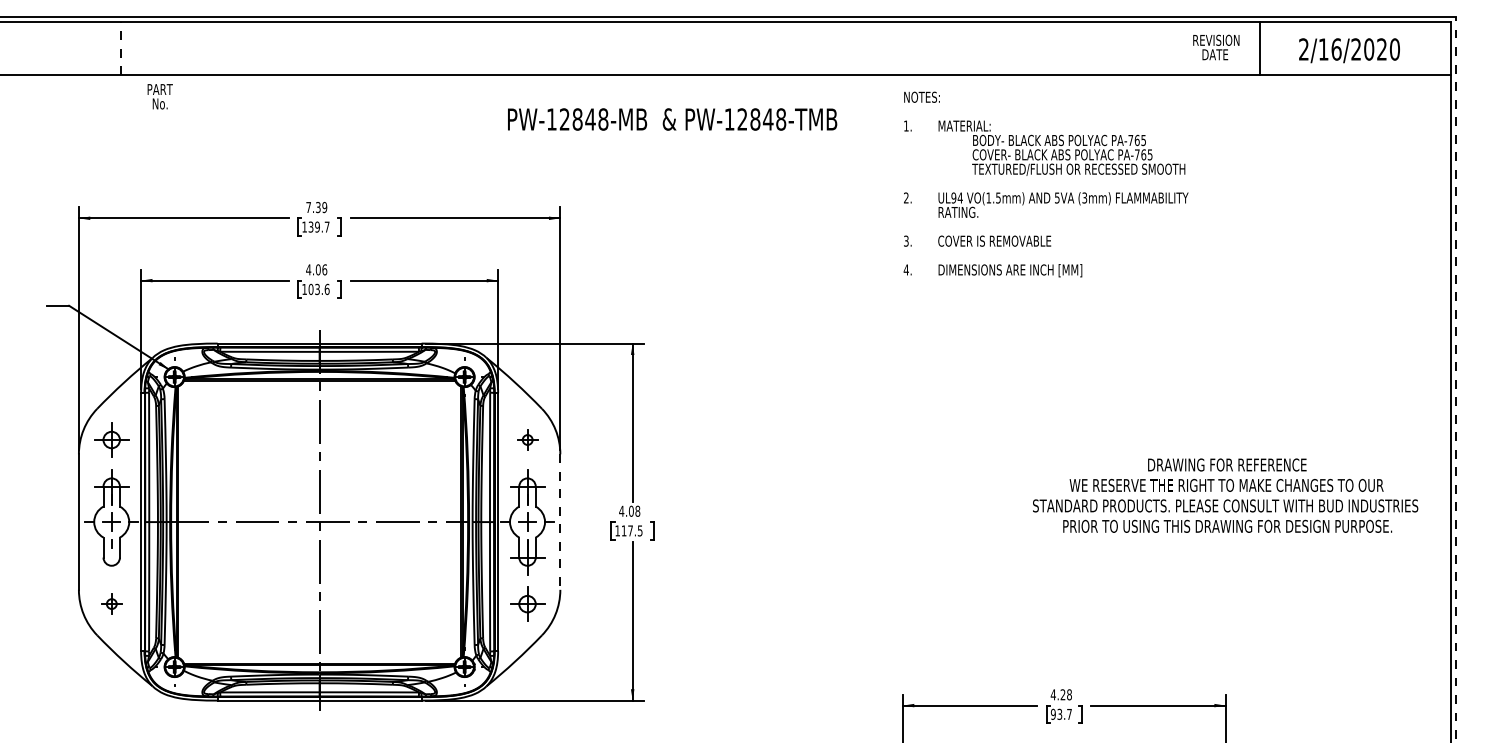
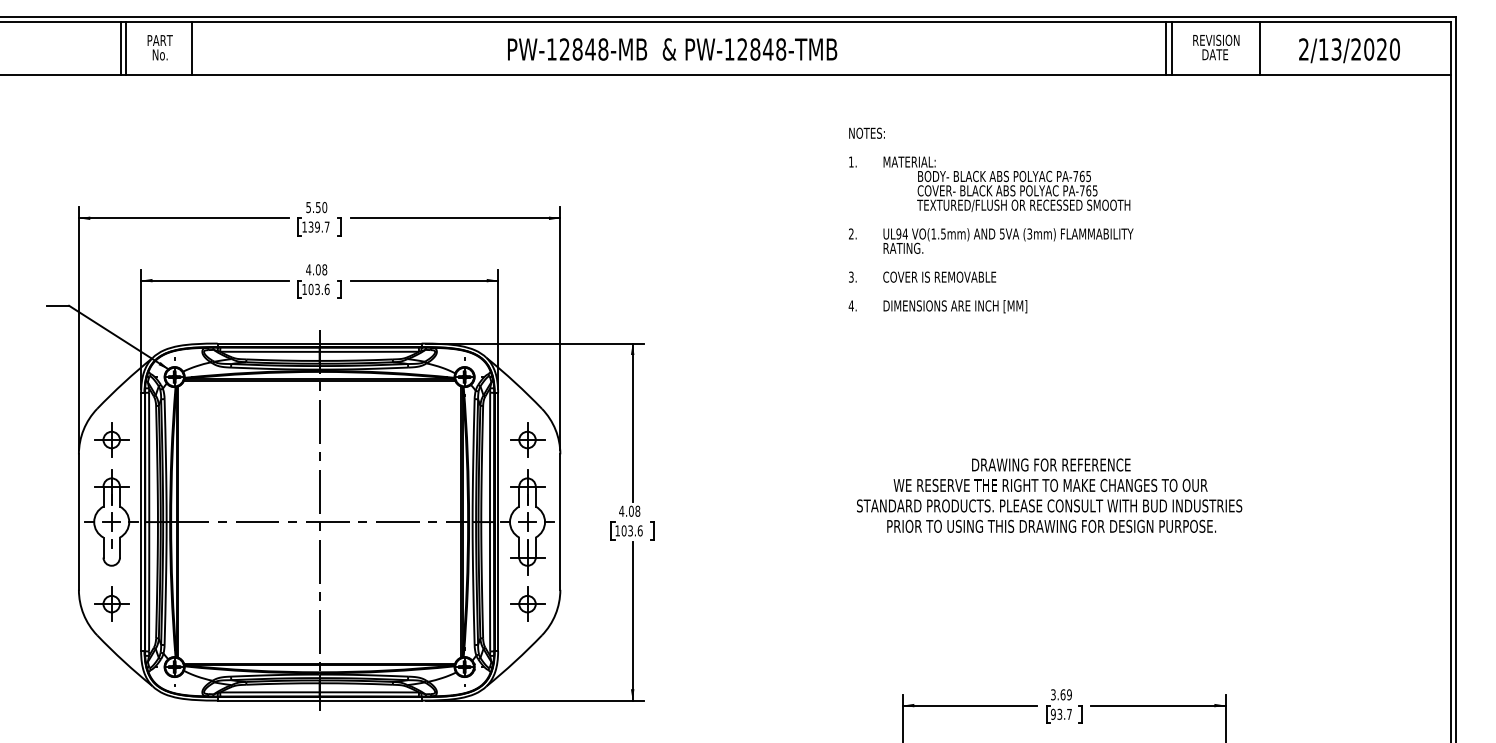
line at (120, 48): dashed -> solid
line at (126, 48): none -> present
line at (191, 48): none -> present
line at (1166, 48): none -> present
line at (1172, 48): none -> present
text at (1336, 49): 2/16/2020 -> 2/13/2020
text at (159, 96) position: (159, 96) -> (159, 47)
text at (672, 119) position: (672, 119) -> (672, 49)
text at (1045, 184) position: (1045, 184) -> (990, 220)
text at (316, 207): 7.39 -> 5.50
text at (324, 269): 4.06 -> 4.08
line at (1456, 379): dashed -> solid
part at (527, 439) size: 22x22 px -> 36x36 px
text at (1225, 495) position: (1225, 495) -> (1049, 495)
line at (560, 522): dashed -> solid
text at (631, 530): 117.5 -> 103.6
part at (111, 603) size: 22x22 px -> 36x36 px
text at (1060, 694): 4.28 -> 3.69
